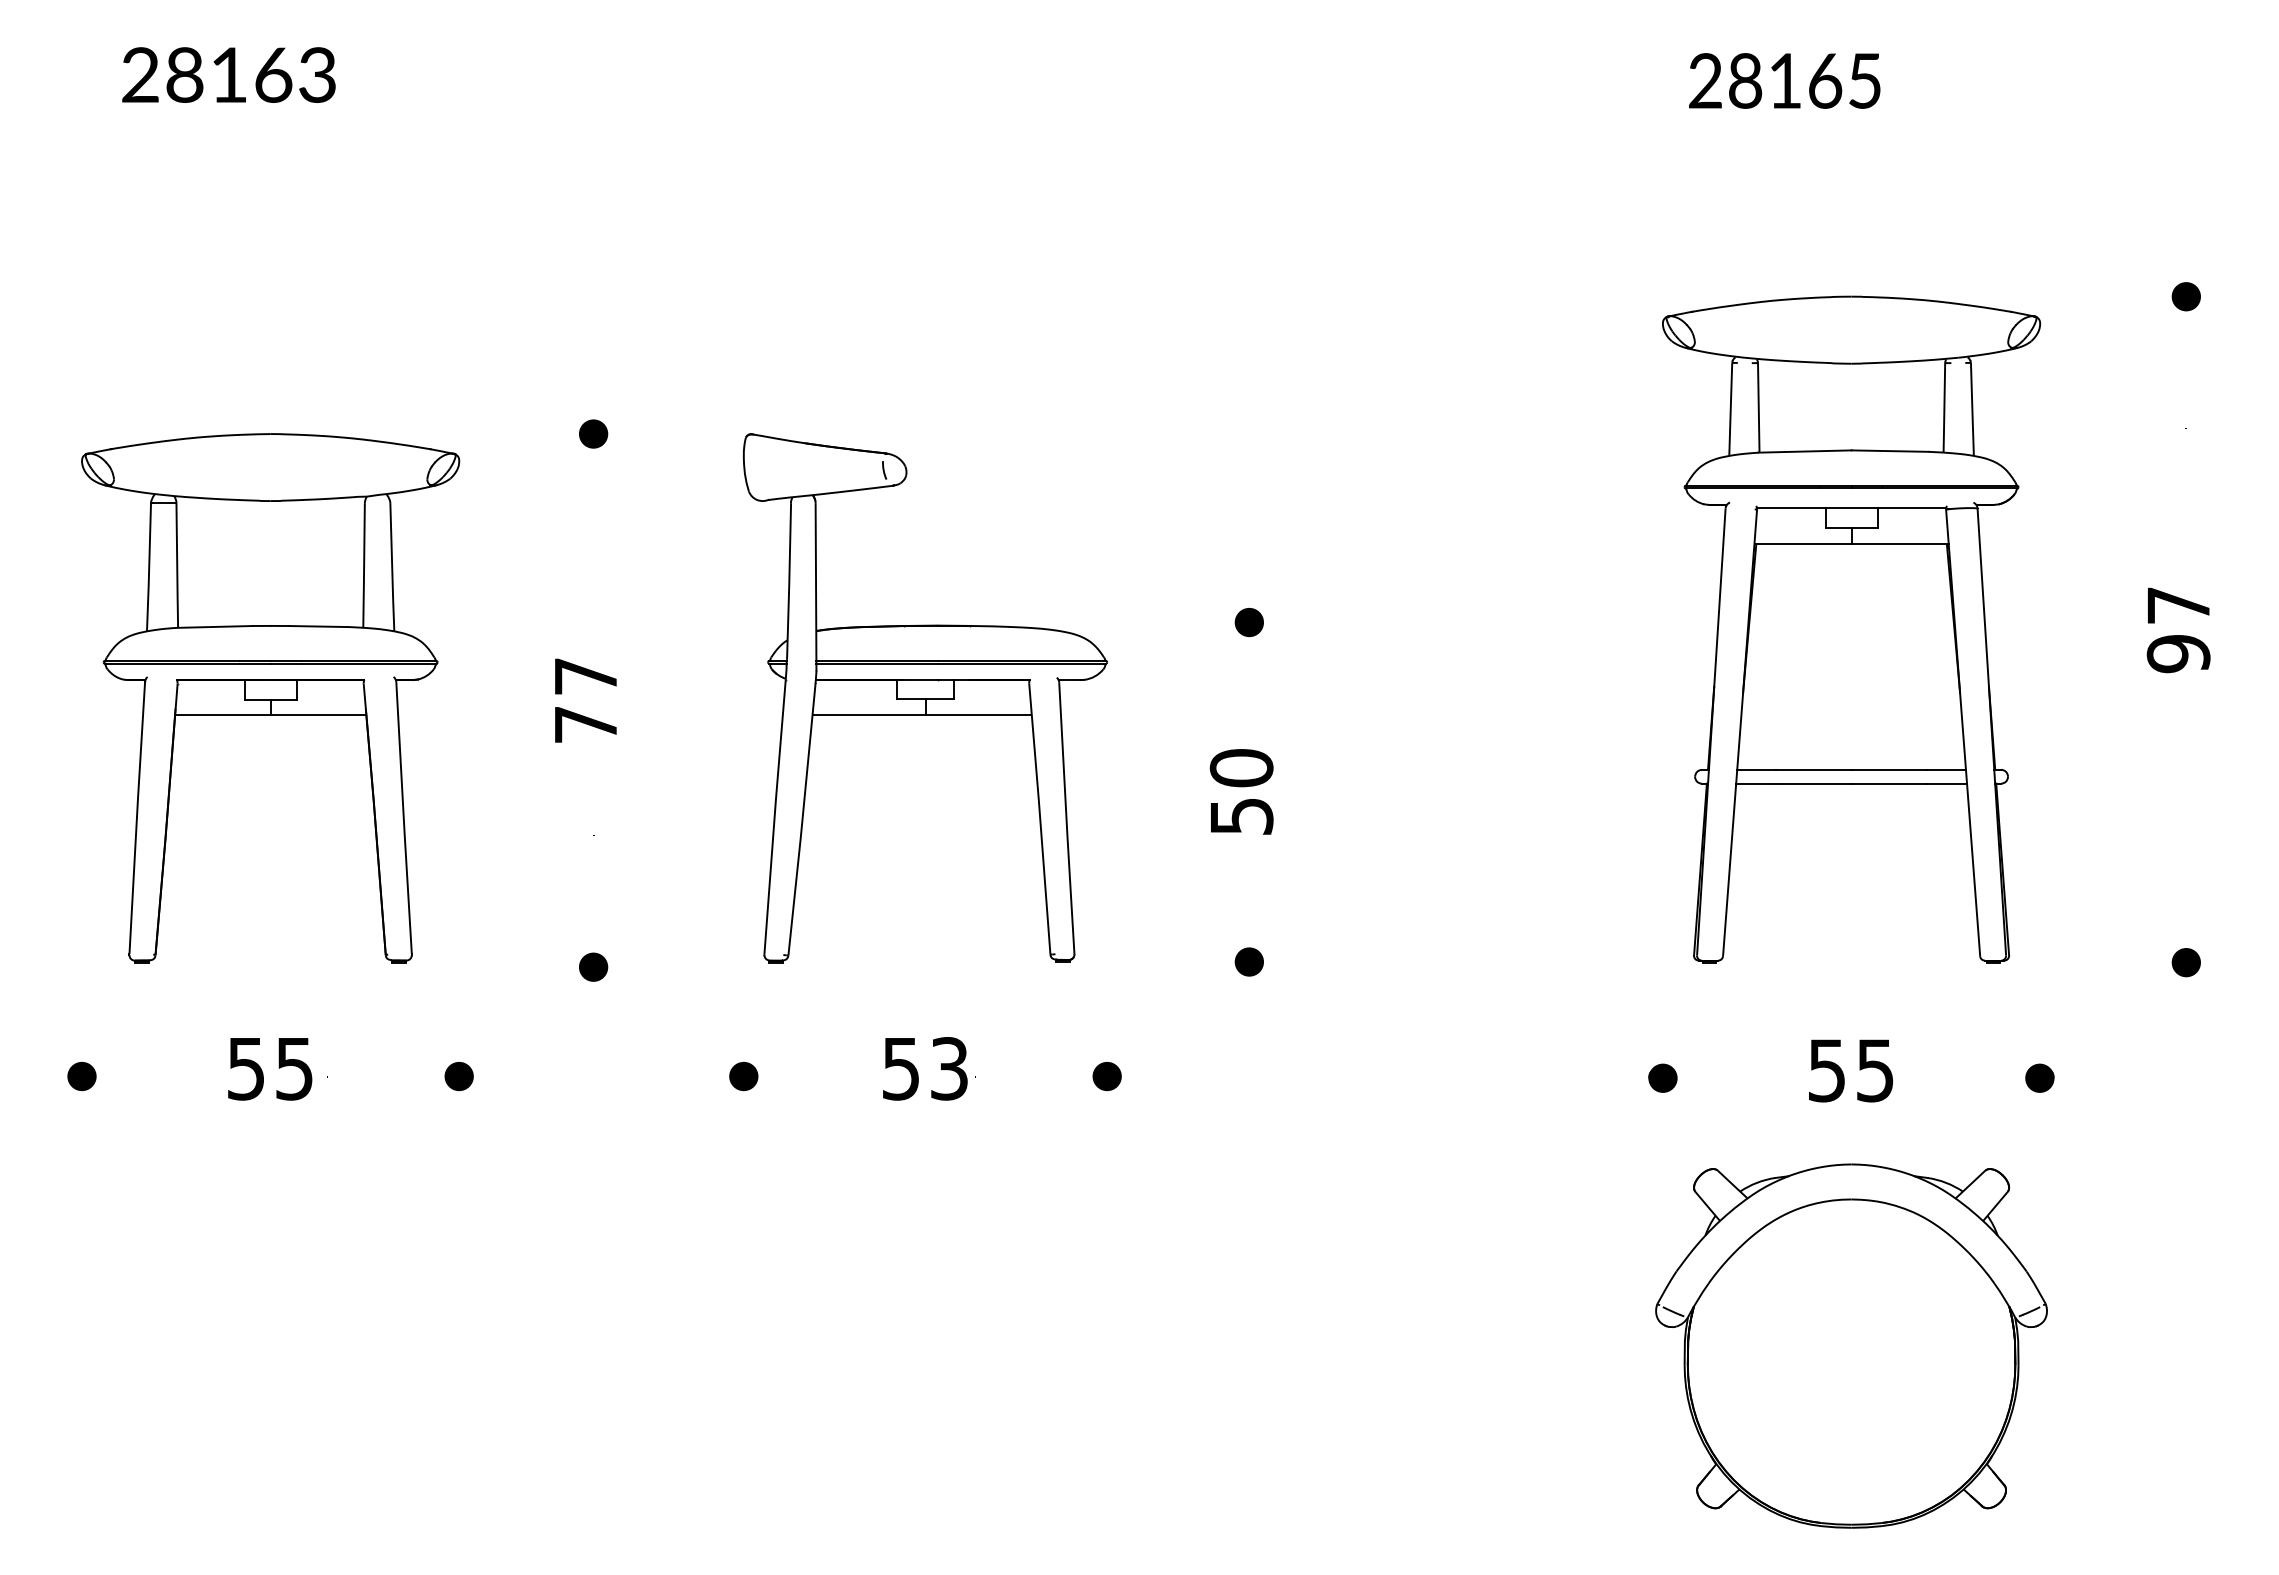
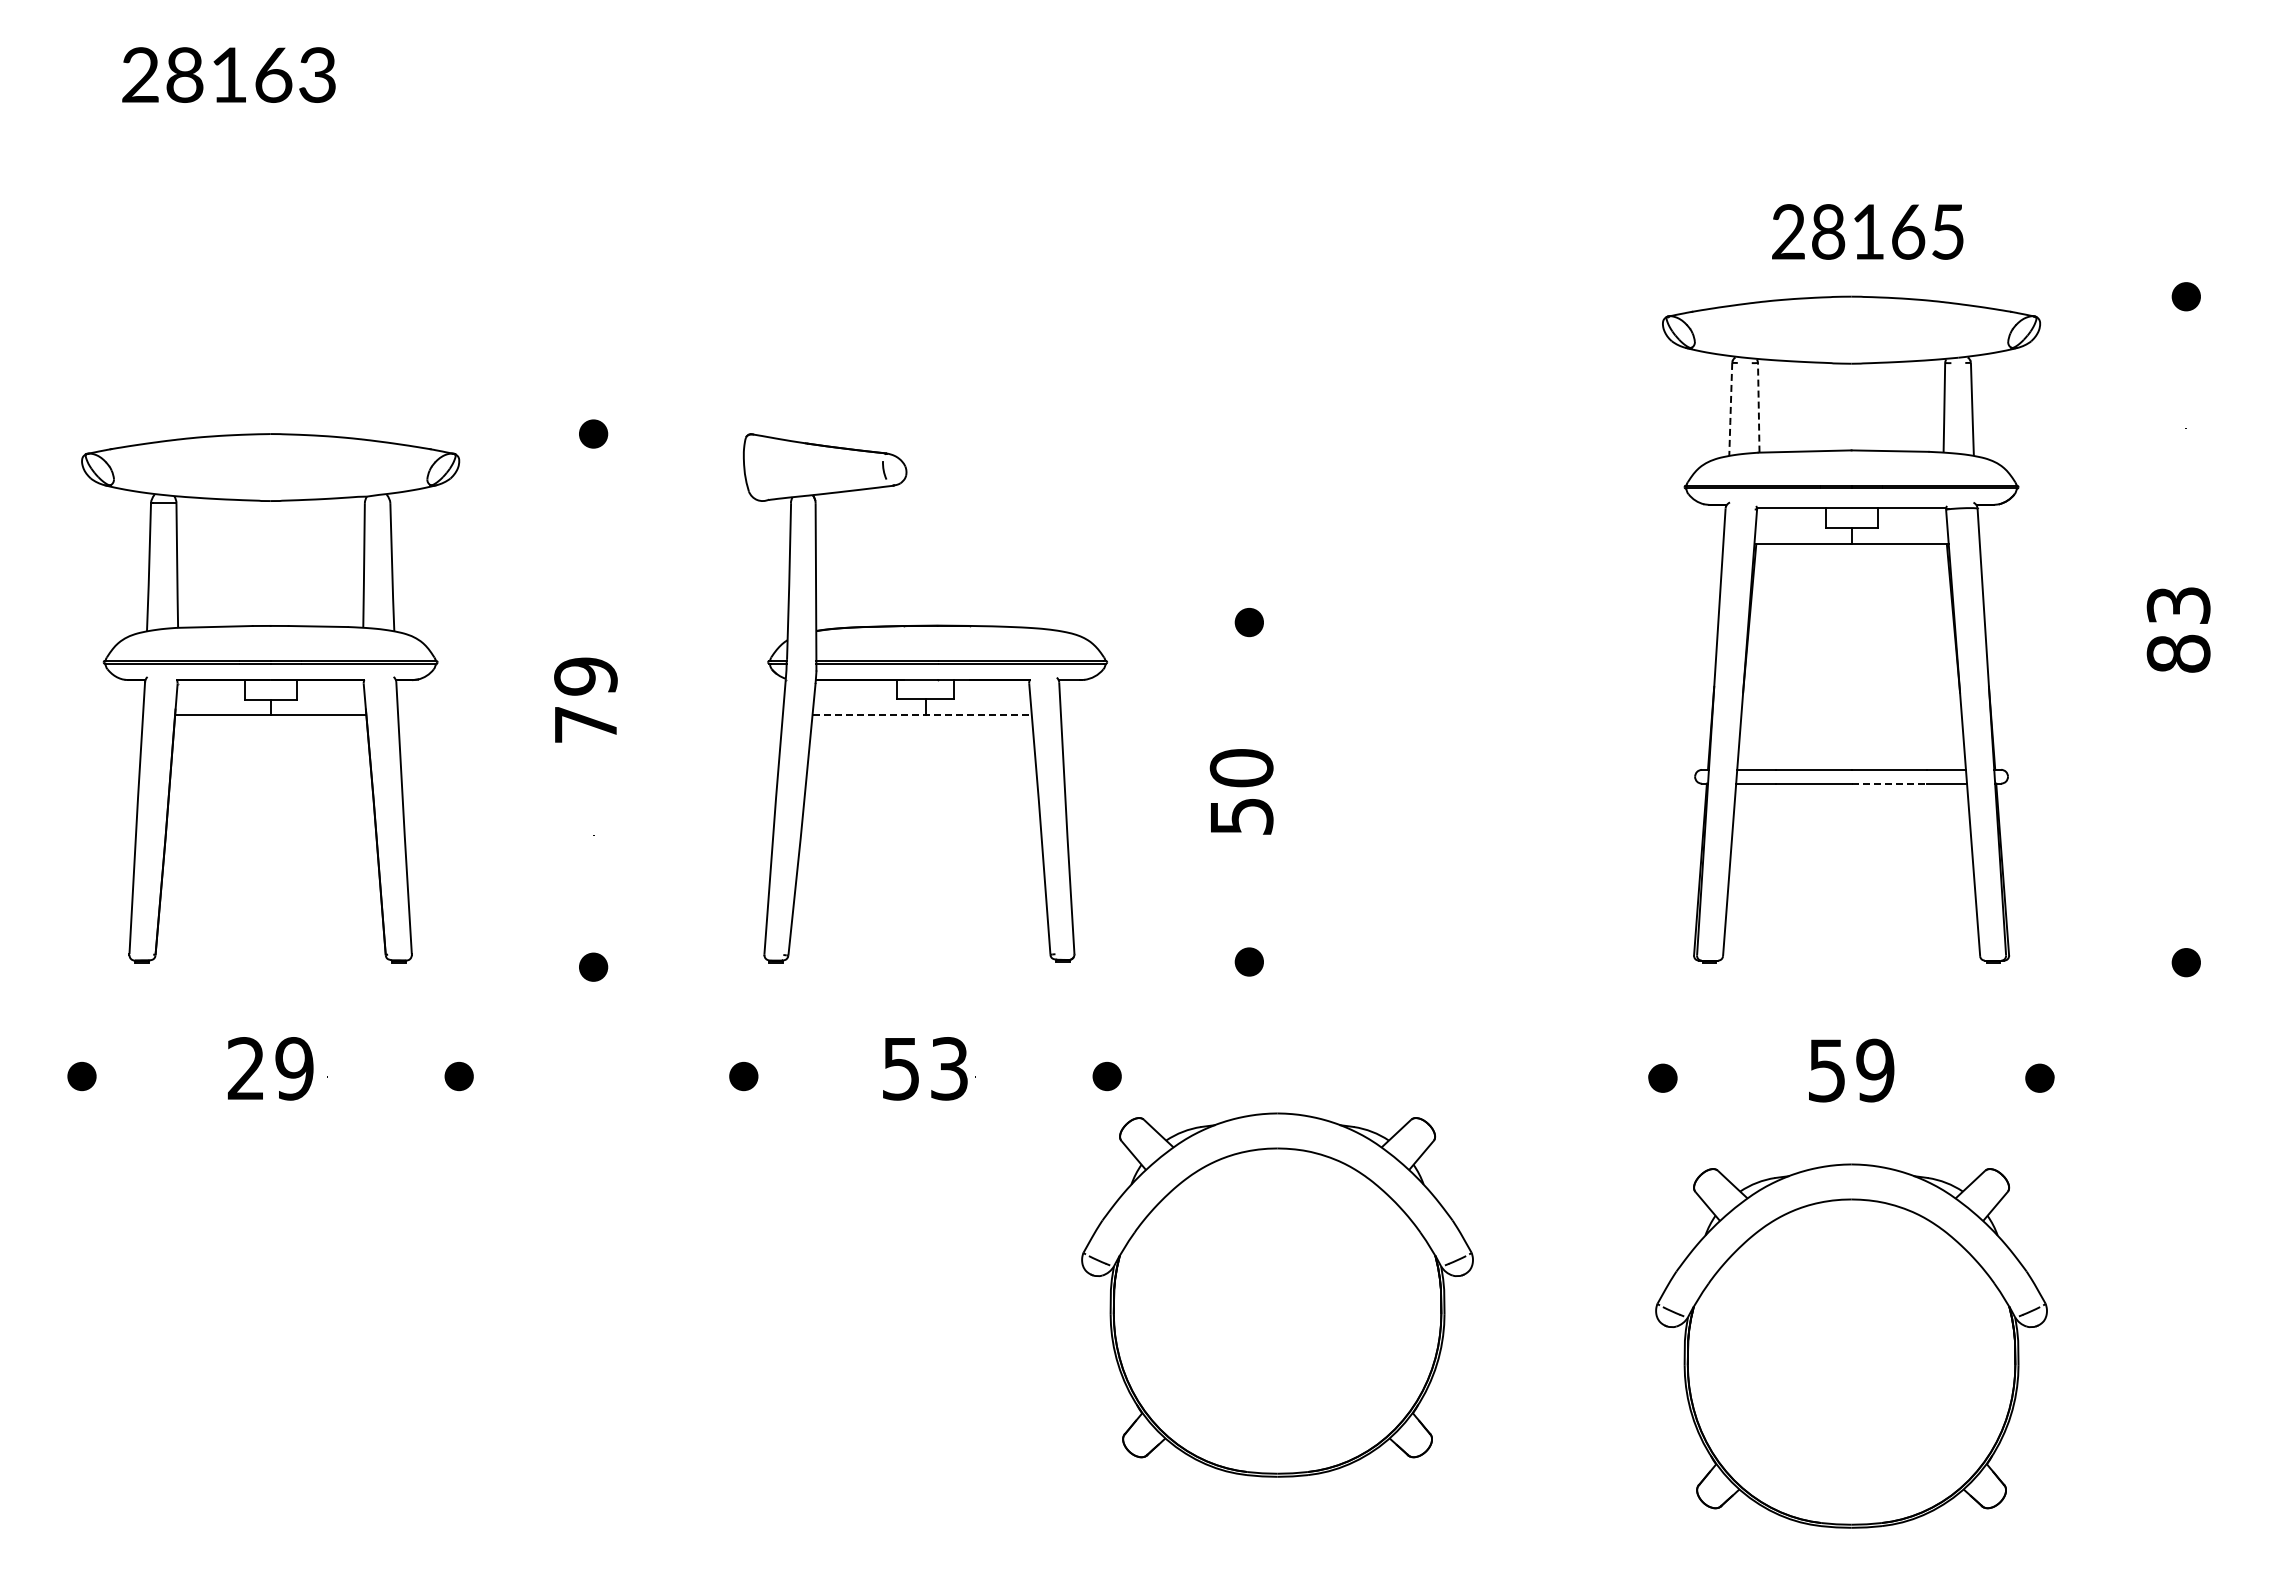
text at (1784, 80) position: (1784, 80) -> (1867, 231)
line at (1758, 408): solid -> dashed
line at (1730, 410): solid -> dashed
text at (2178, 630): 97 -> 83
text at (585, 676): 77 -> 79
line at (922, 715): solid -> dashed
line at (1889, 783): solid -> dashed
text at (270, 1068): 55 -> 29
text at (1875, 1070): 55 -> 59
part at (1277, 1294): none -> present
